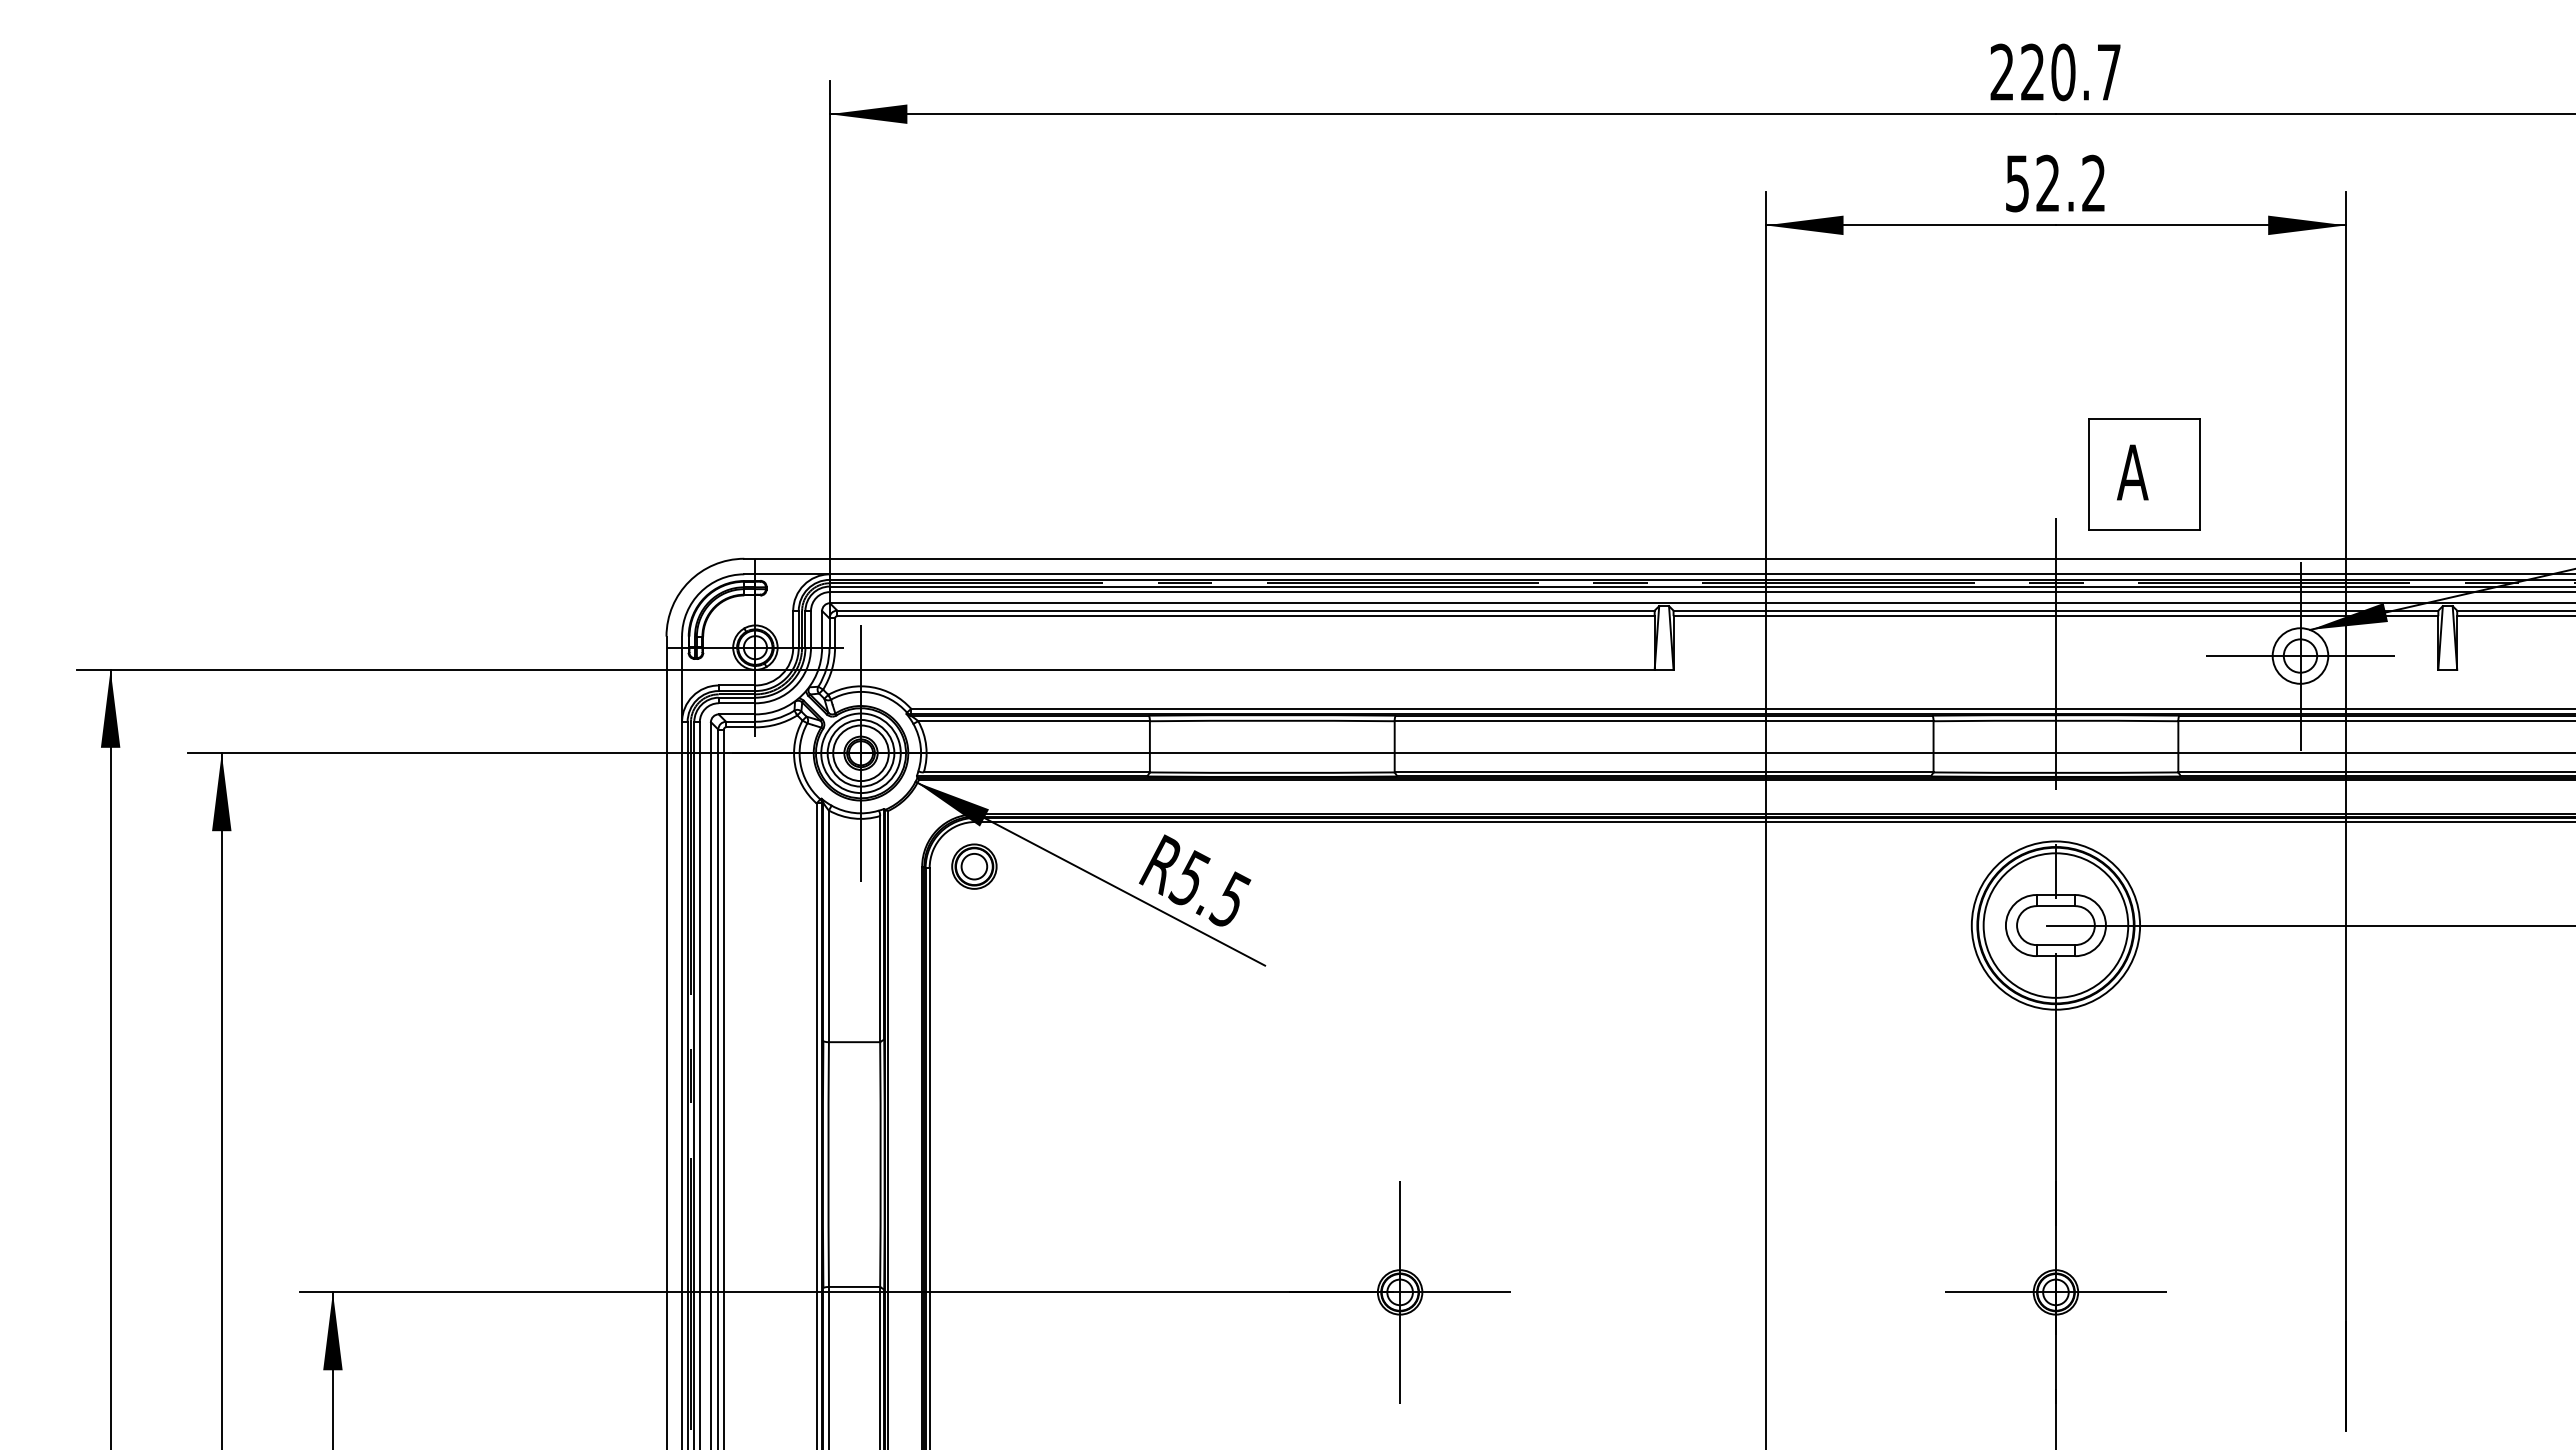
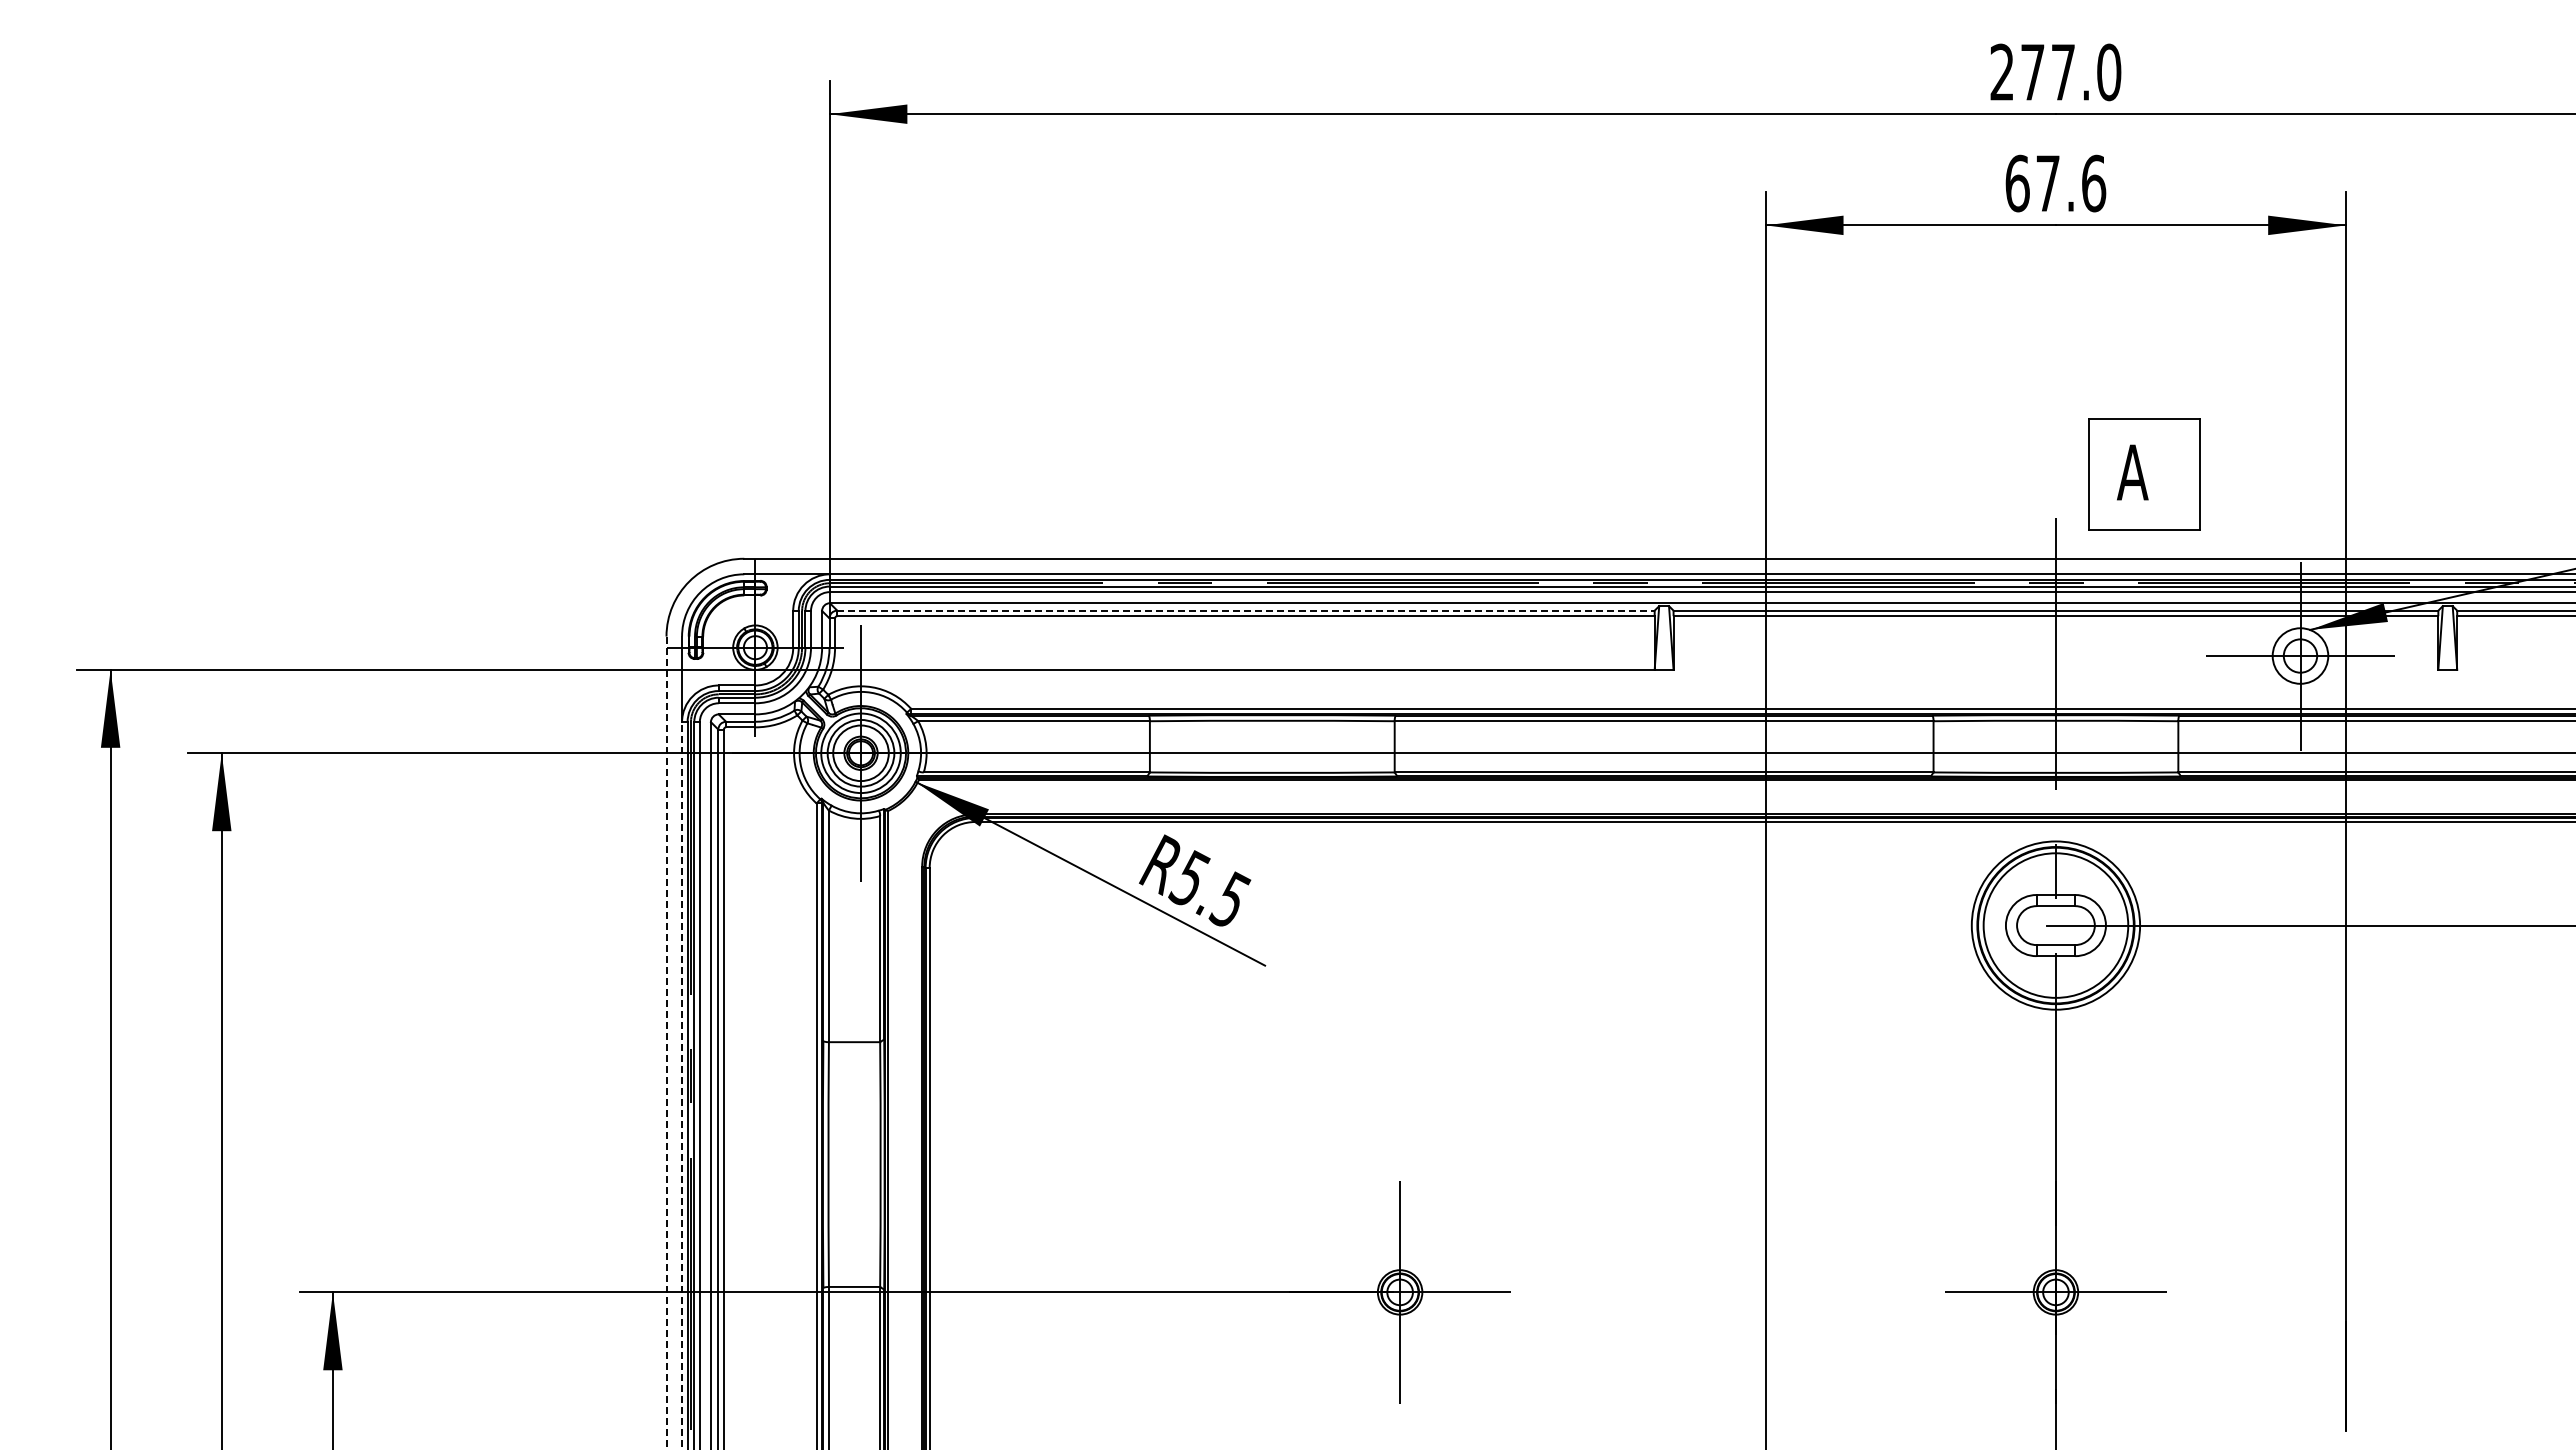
text at (2071, 72): 220.7 -> 277.0
text at (2055, 183): 52.2 -> 67.6
line at (1246, 610): solid -> dashed
part at (974, 866): present -> none
line at (666, 1043): solid -> dashed
line at (682, 1086): solid -> dashed
